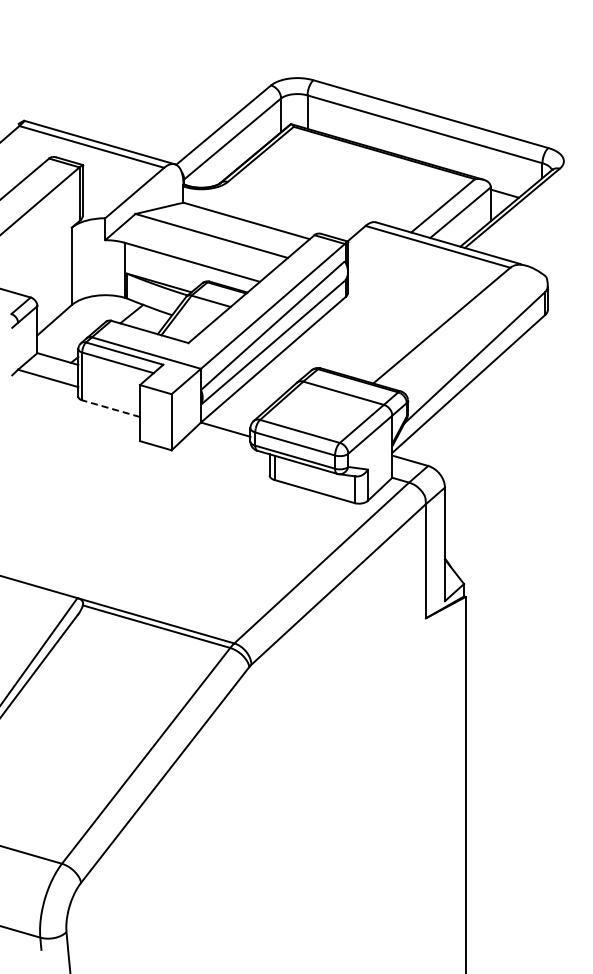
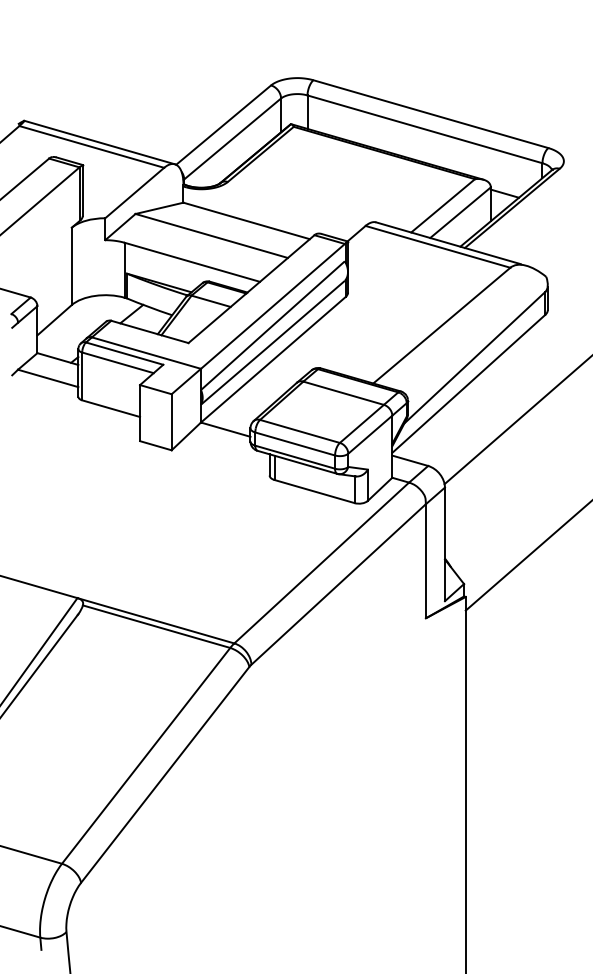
line at (110, 408): dashed -> solid
line at (516, 421): none -> present
line at (527, 556): none -> present
